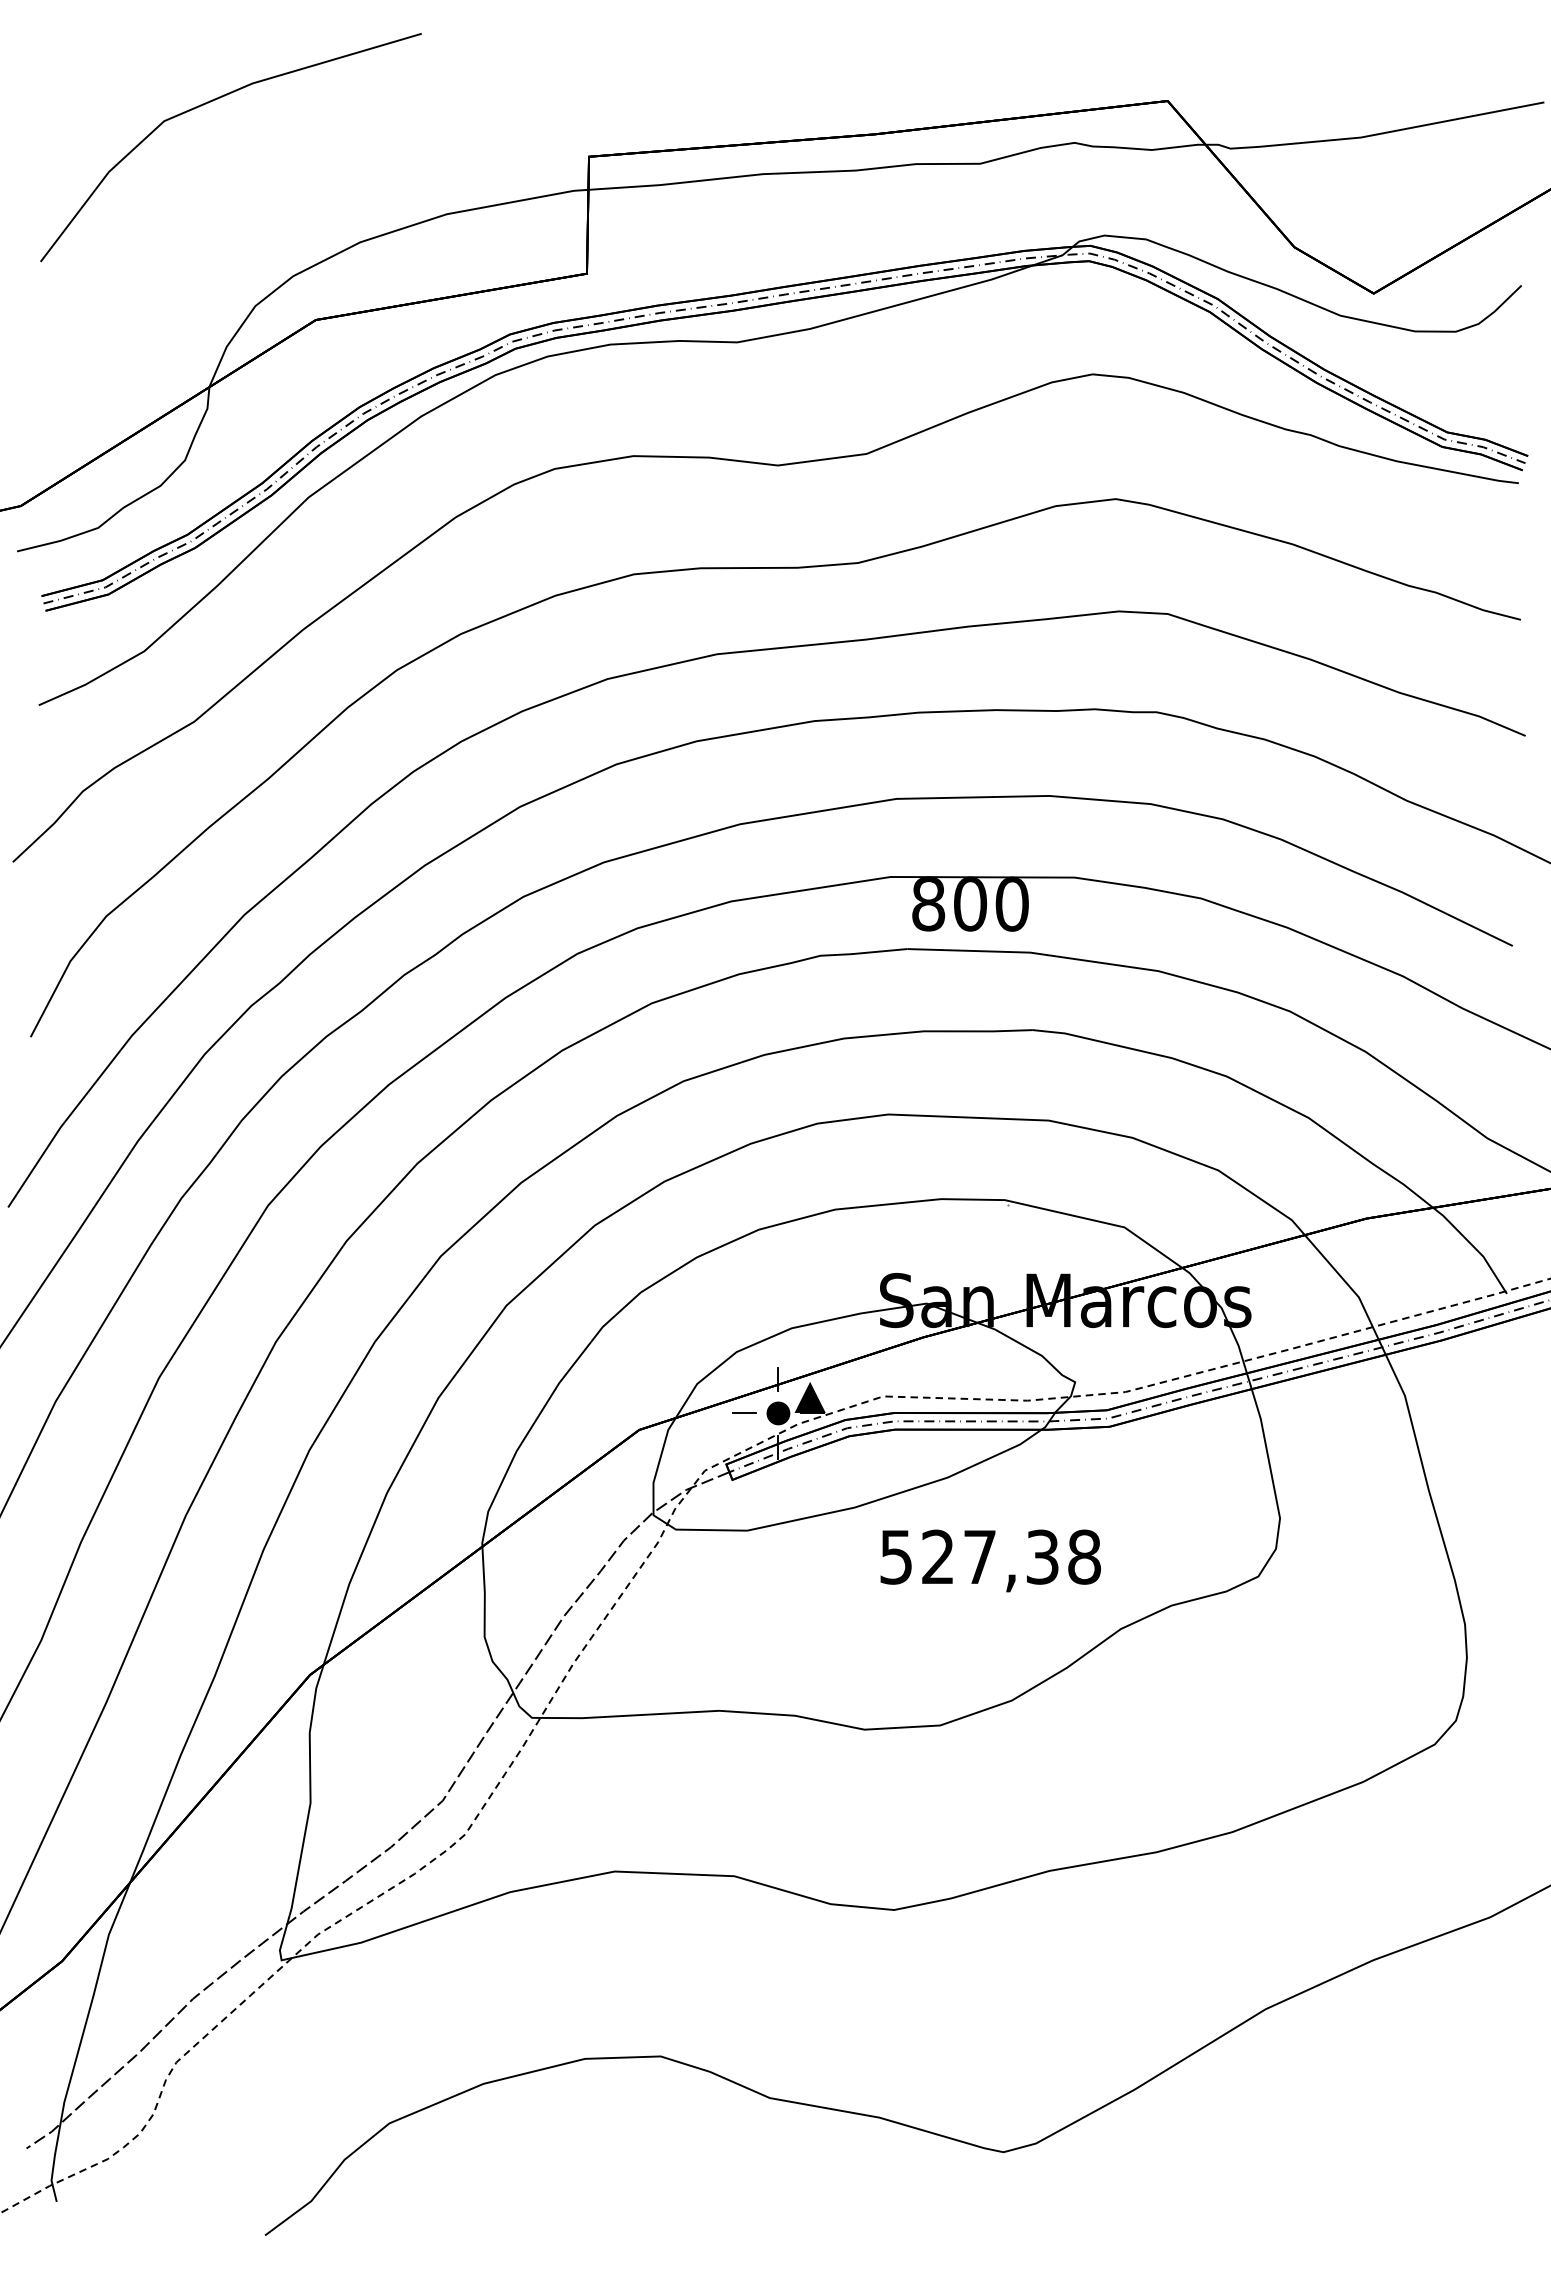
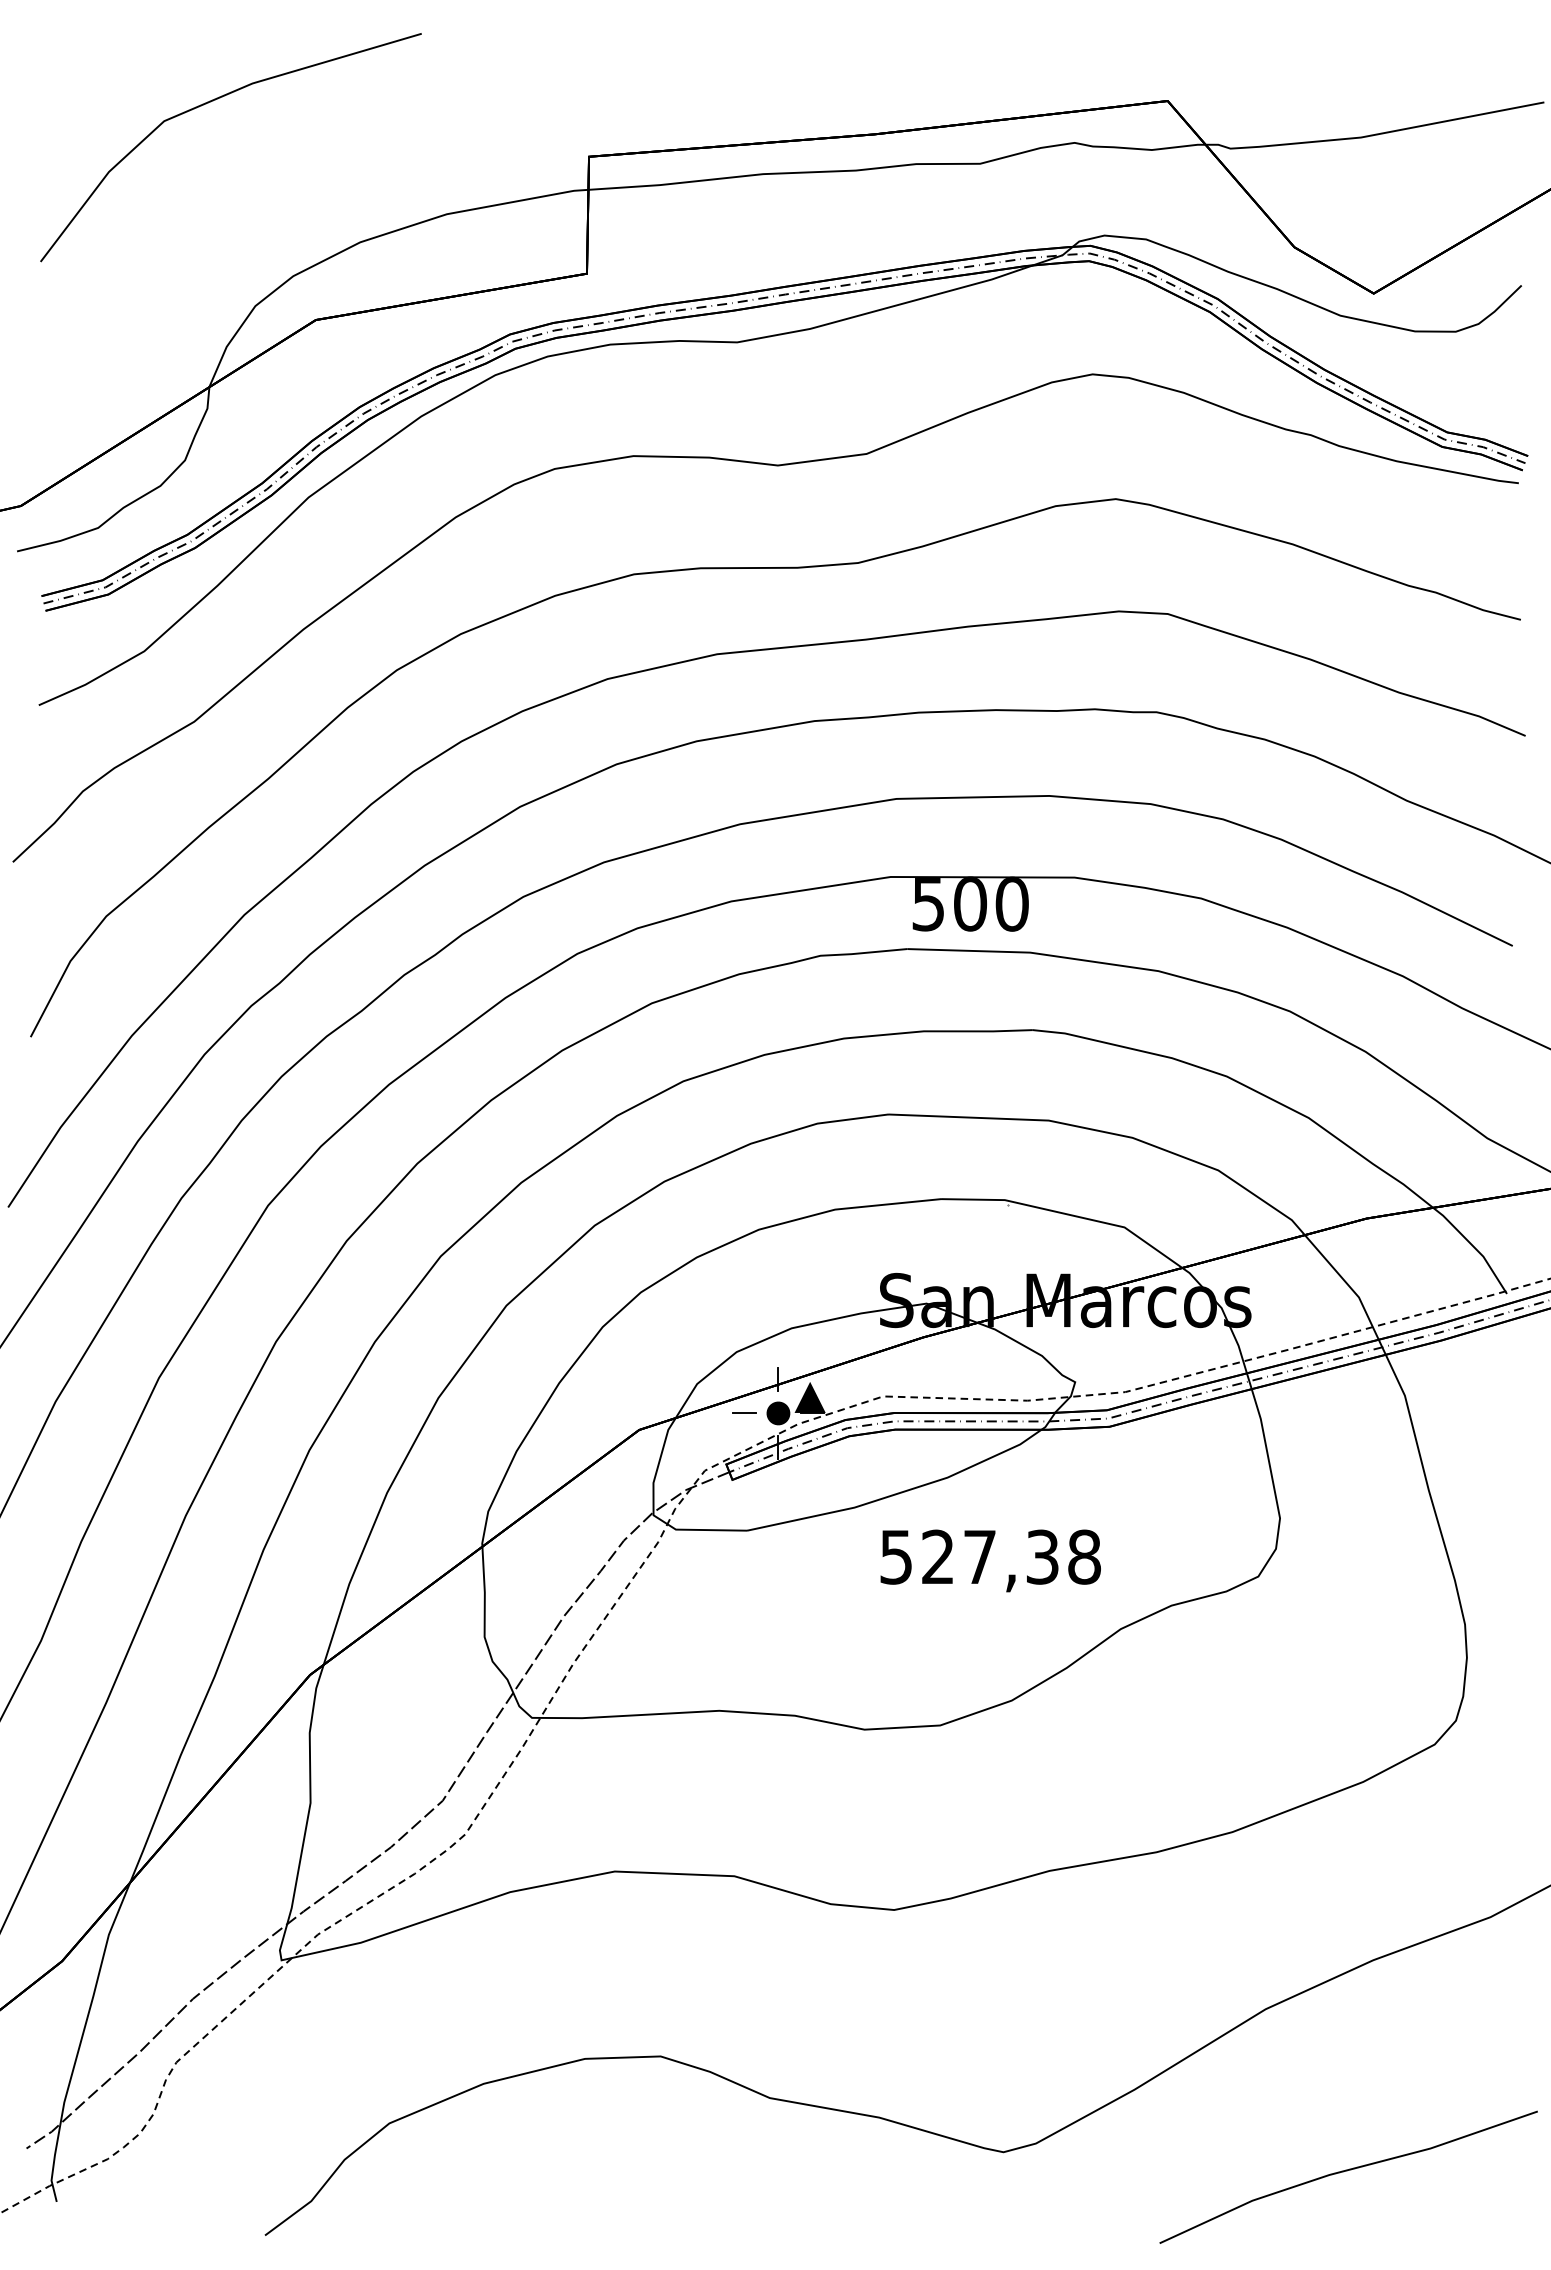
text at (928, 903): 800 -> 500
line at (1347, 2171): none -> present
